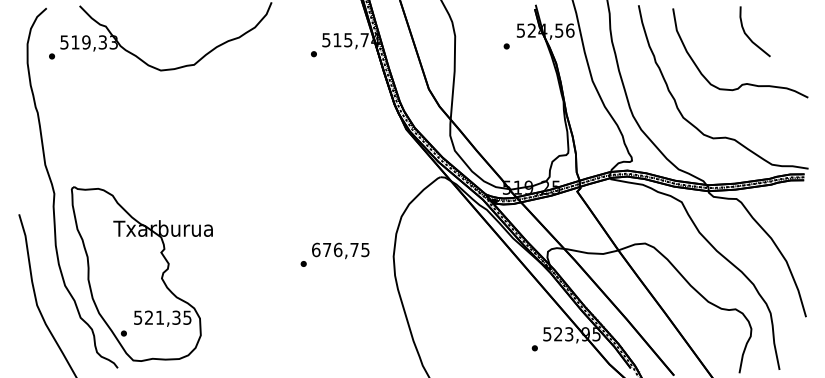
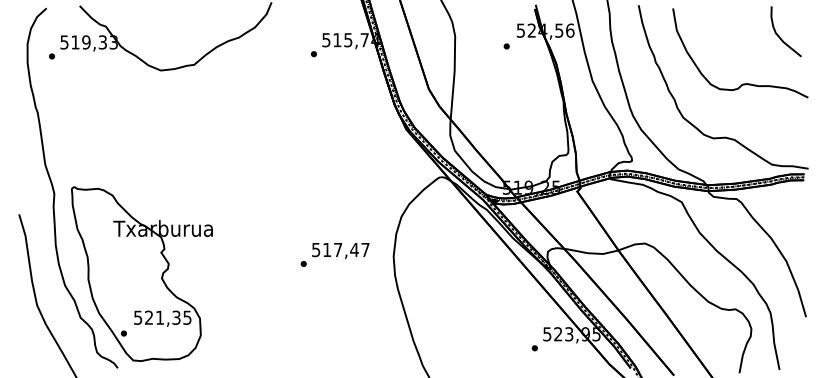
curve at (748, 35) position: (748, 35) -> (779, 35)
text at (340, 249): 676,75 -> 517,47
